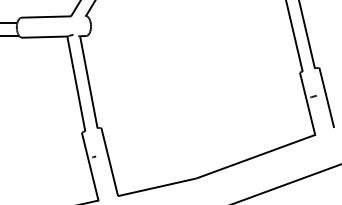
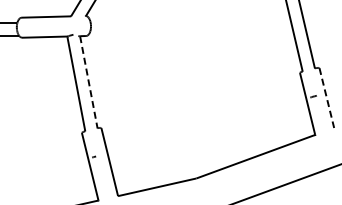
line at (88, 82): solid -> dashed
line at (326, 98): solid -> dashed
